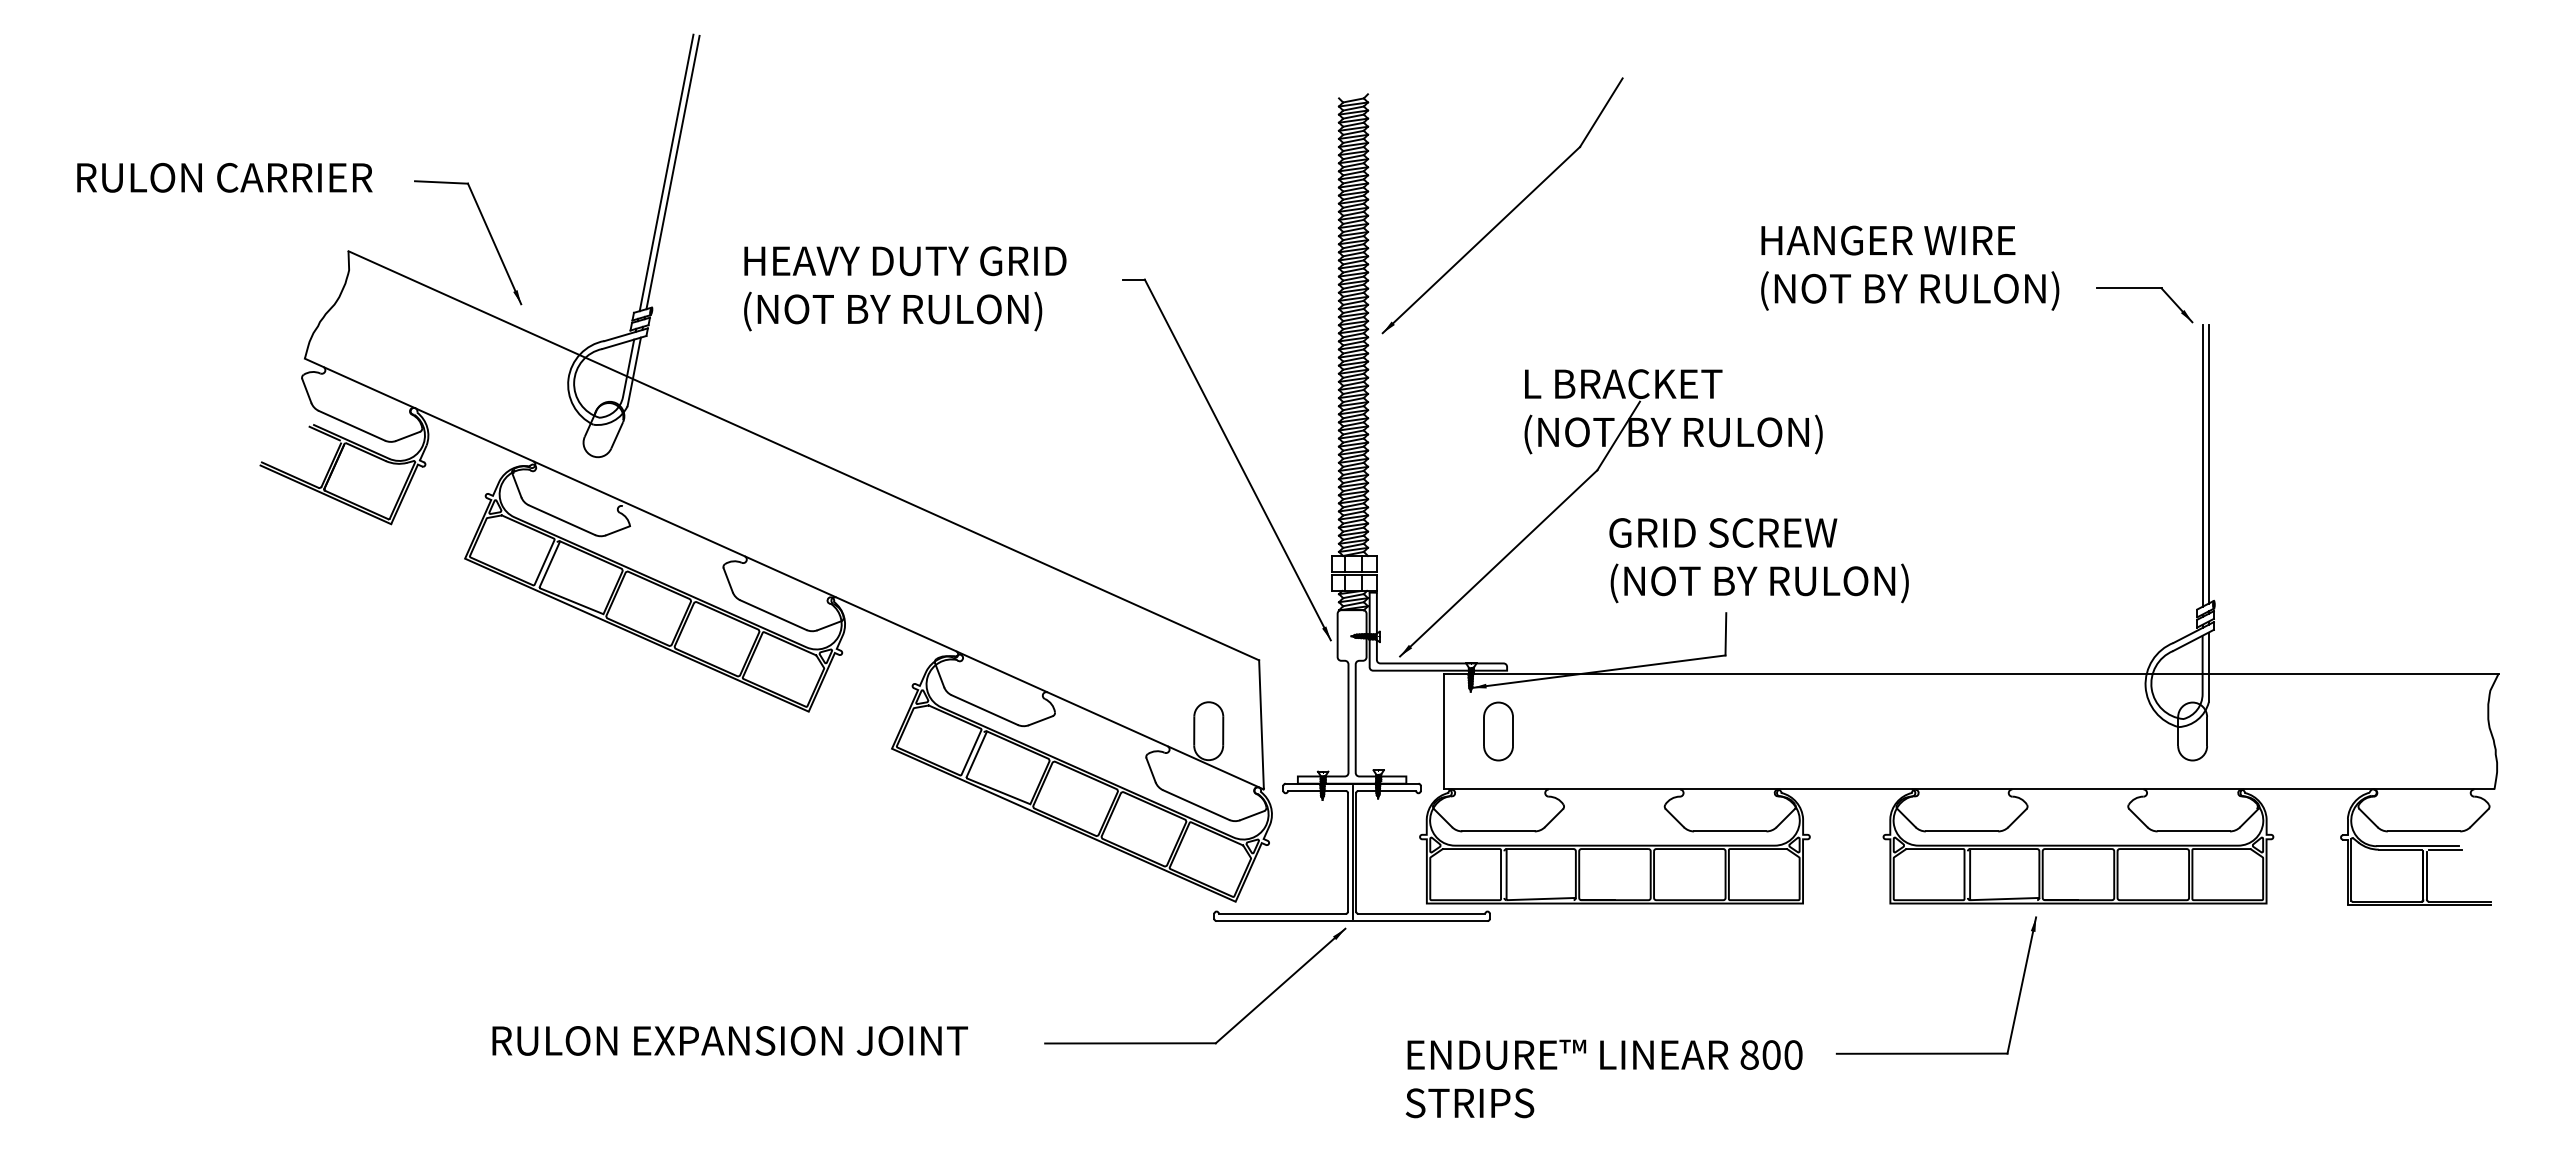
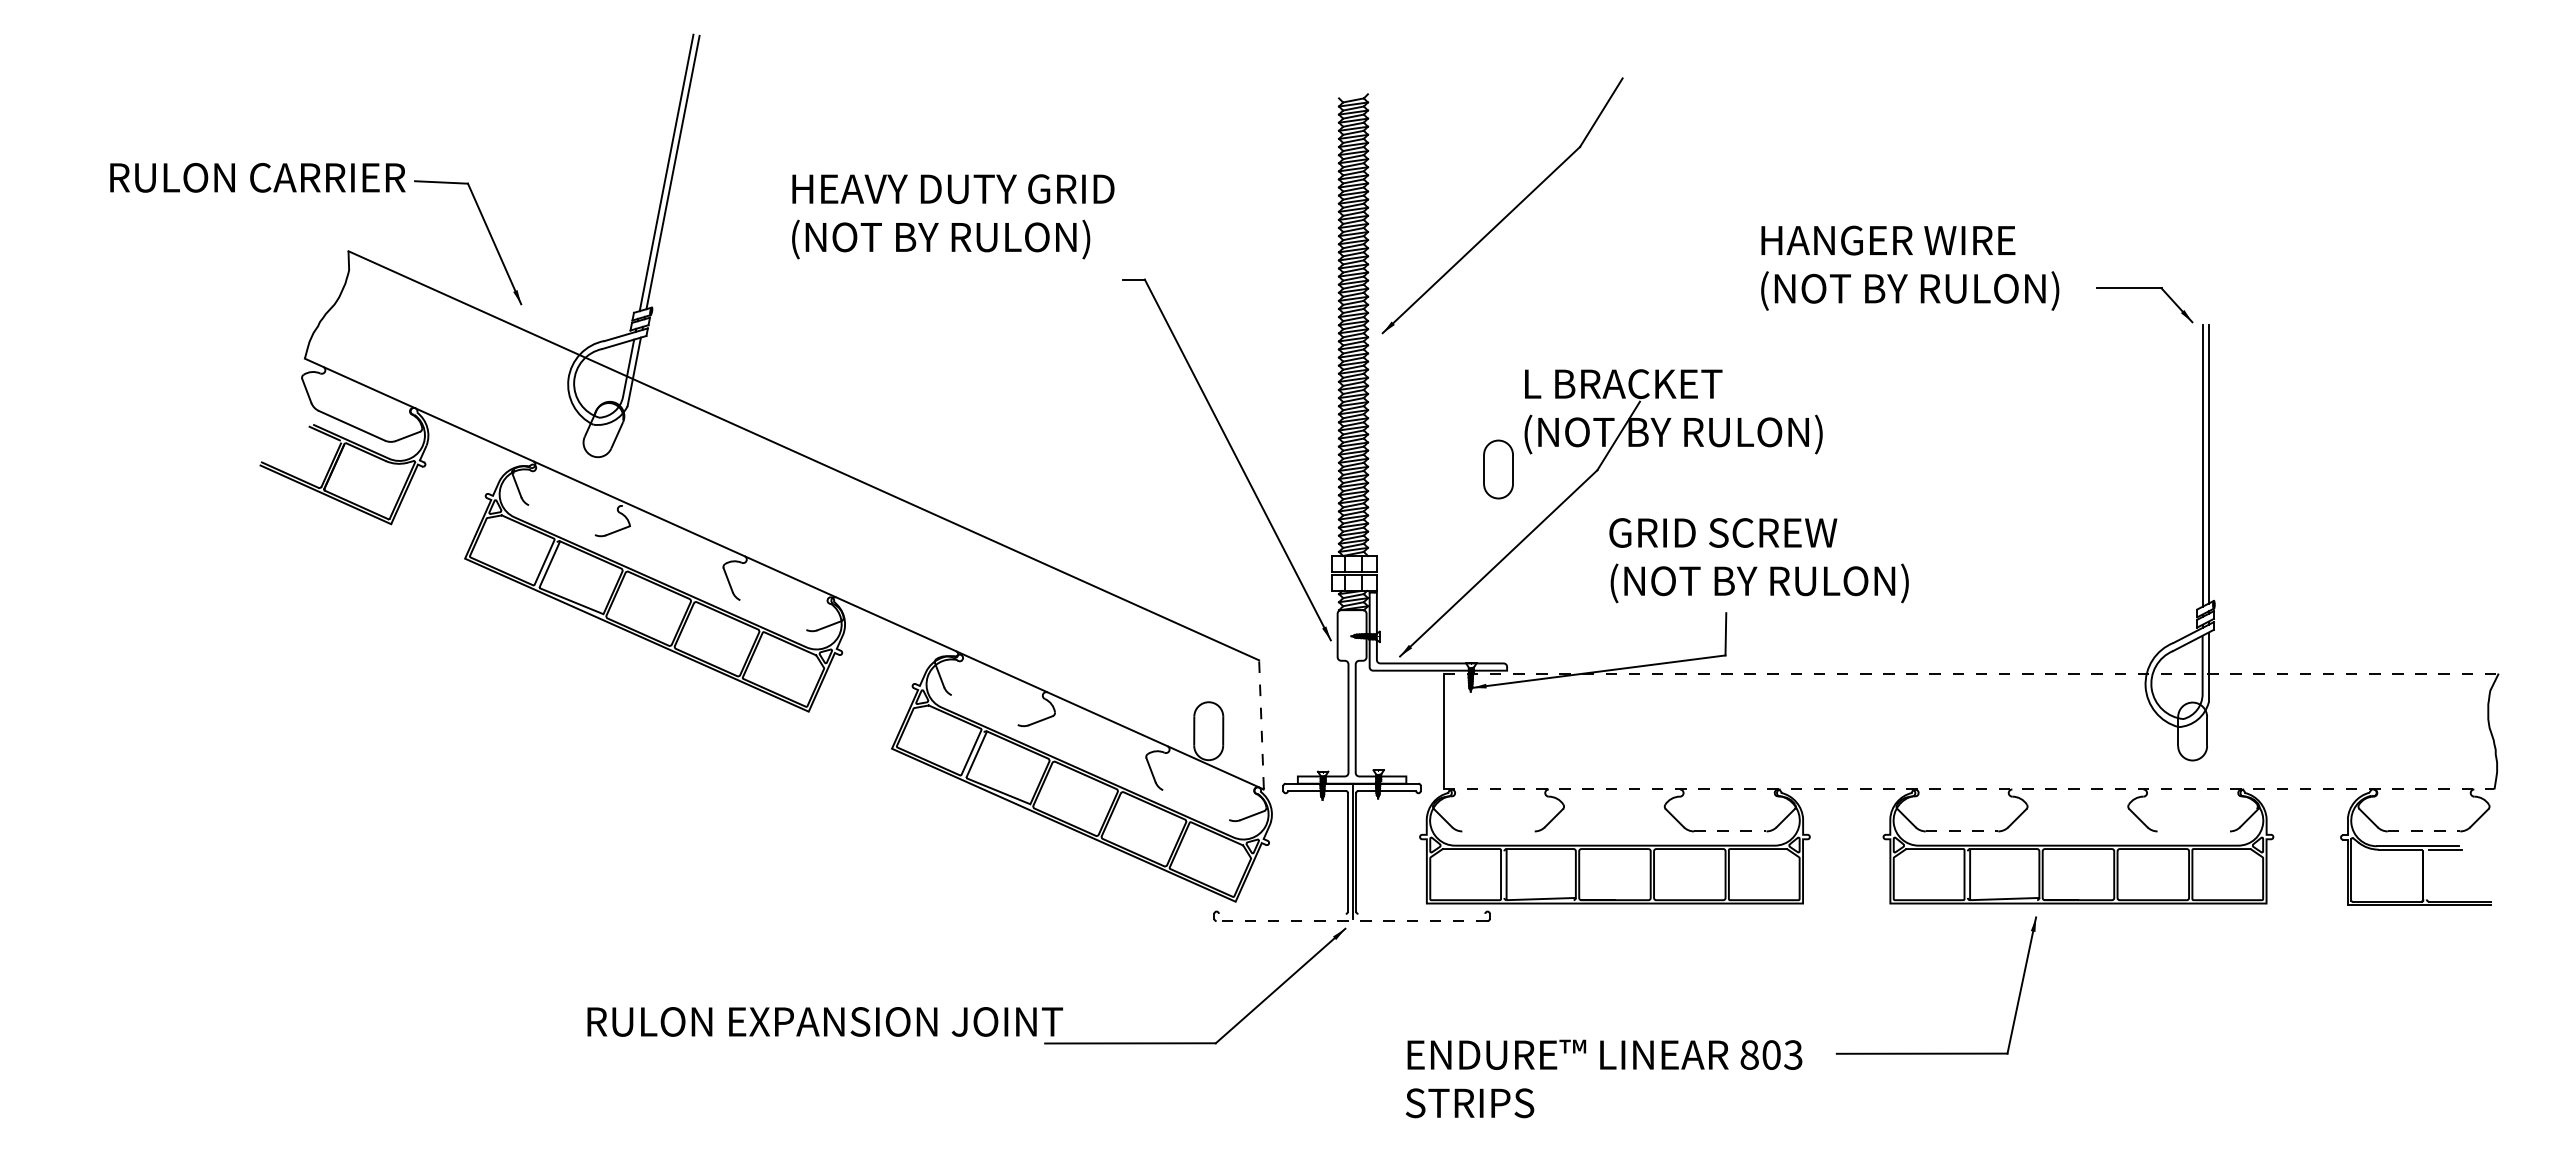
text at (224, 177) position: (224, 177) -> (257, 177)
text at (905, 288) position: (905, 288) -> (953, 216)
line at (561, 519): present -> none
line at (773, 614): present -> none
line at (1971, 673): solid -> dashed
line at (984, 709): present -> none
line at (1261, 723): solid -> dashed
part at (1498, 731) position: (1498, 731) -> (1498, 469)
line at (1969, 789): solid -> dashed
line at (1196, 804): present -> none
line at (1498, 831): present -> none
line at (1730, 831): solid -> dashed
line at (1962, 831): solid -> dashed
line at (2193, 831): present -> none
line at (2424, 831): solid -> dashed
line at (2426, 875): present -> none
line at (1281, 913): present -> none
line at (1421, 913): present -> none
line at (1351, 921): solid -> dashed
text at (729, 1040) position: (729, 1040) -> (824, 1021)
text at (1793, 1054): 800 -> 803
